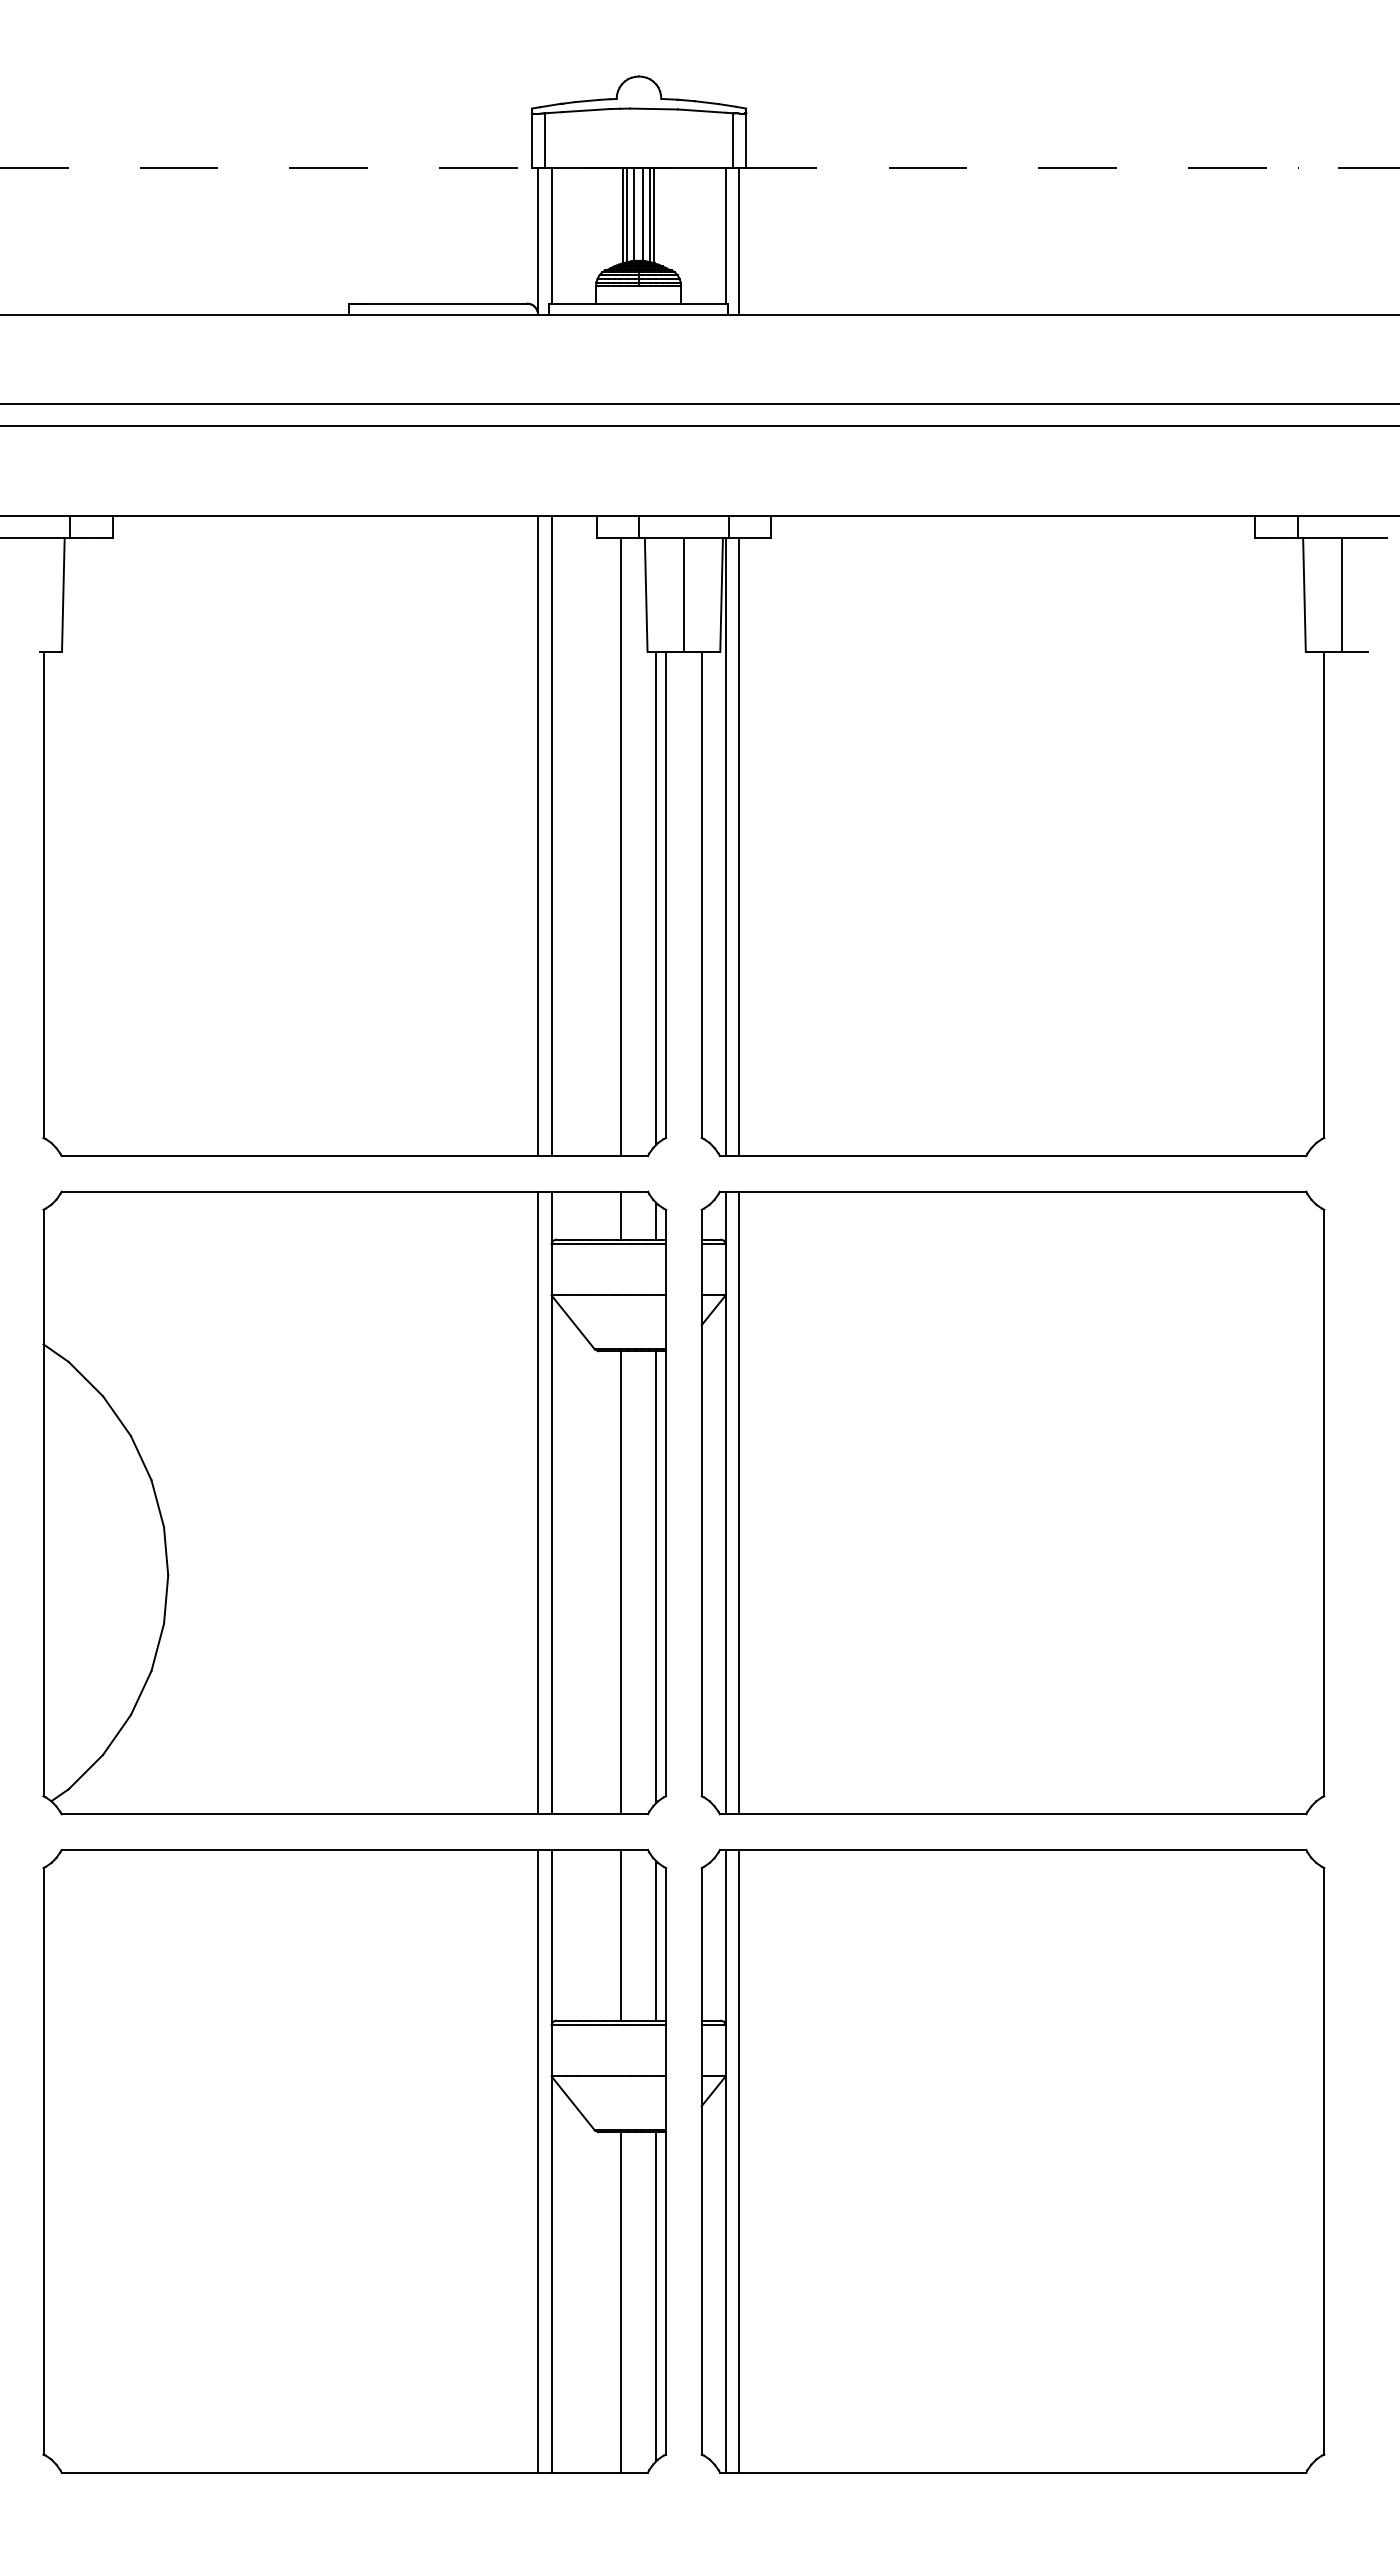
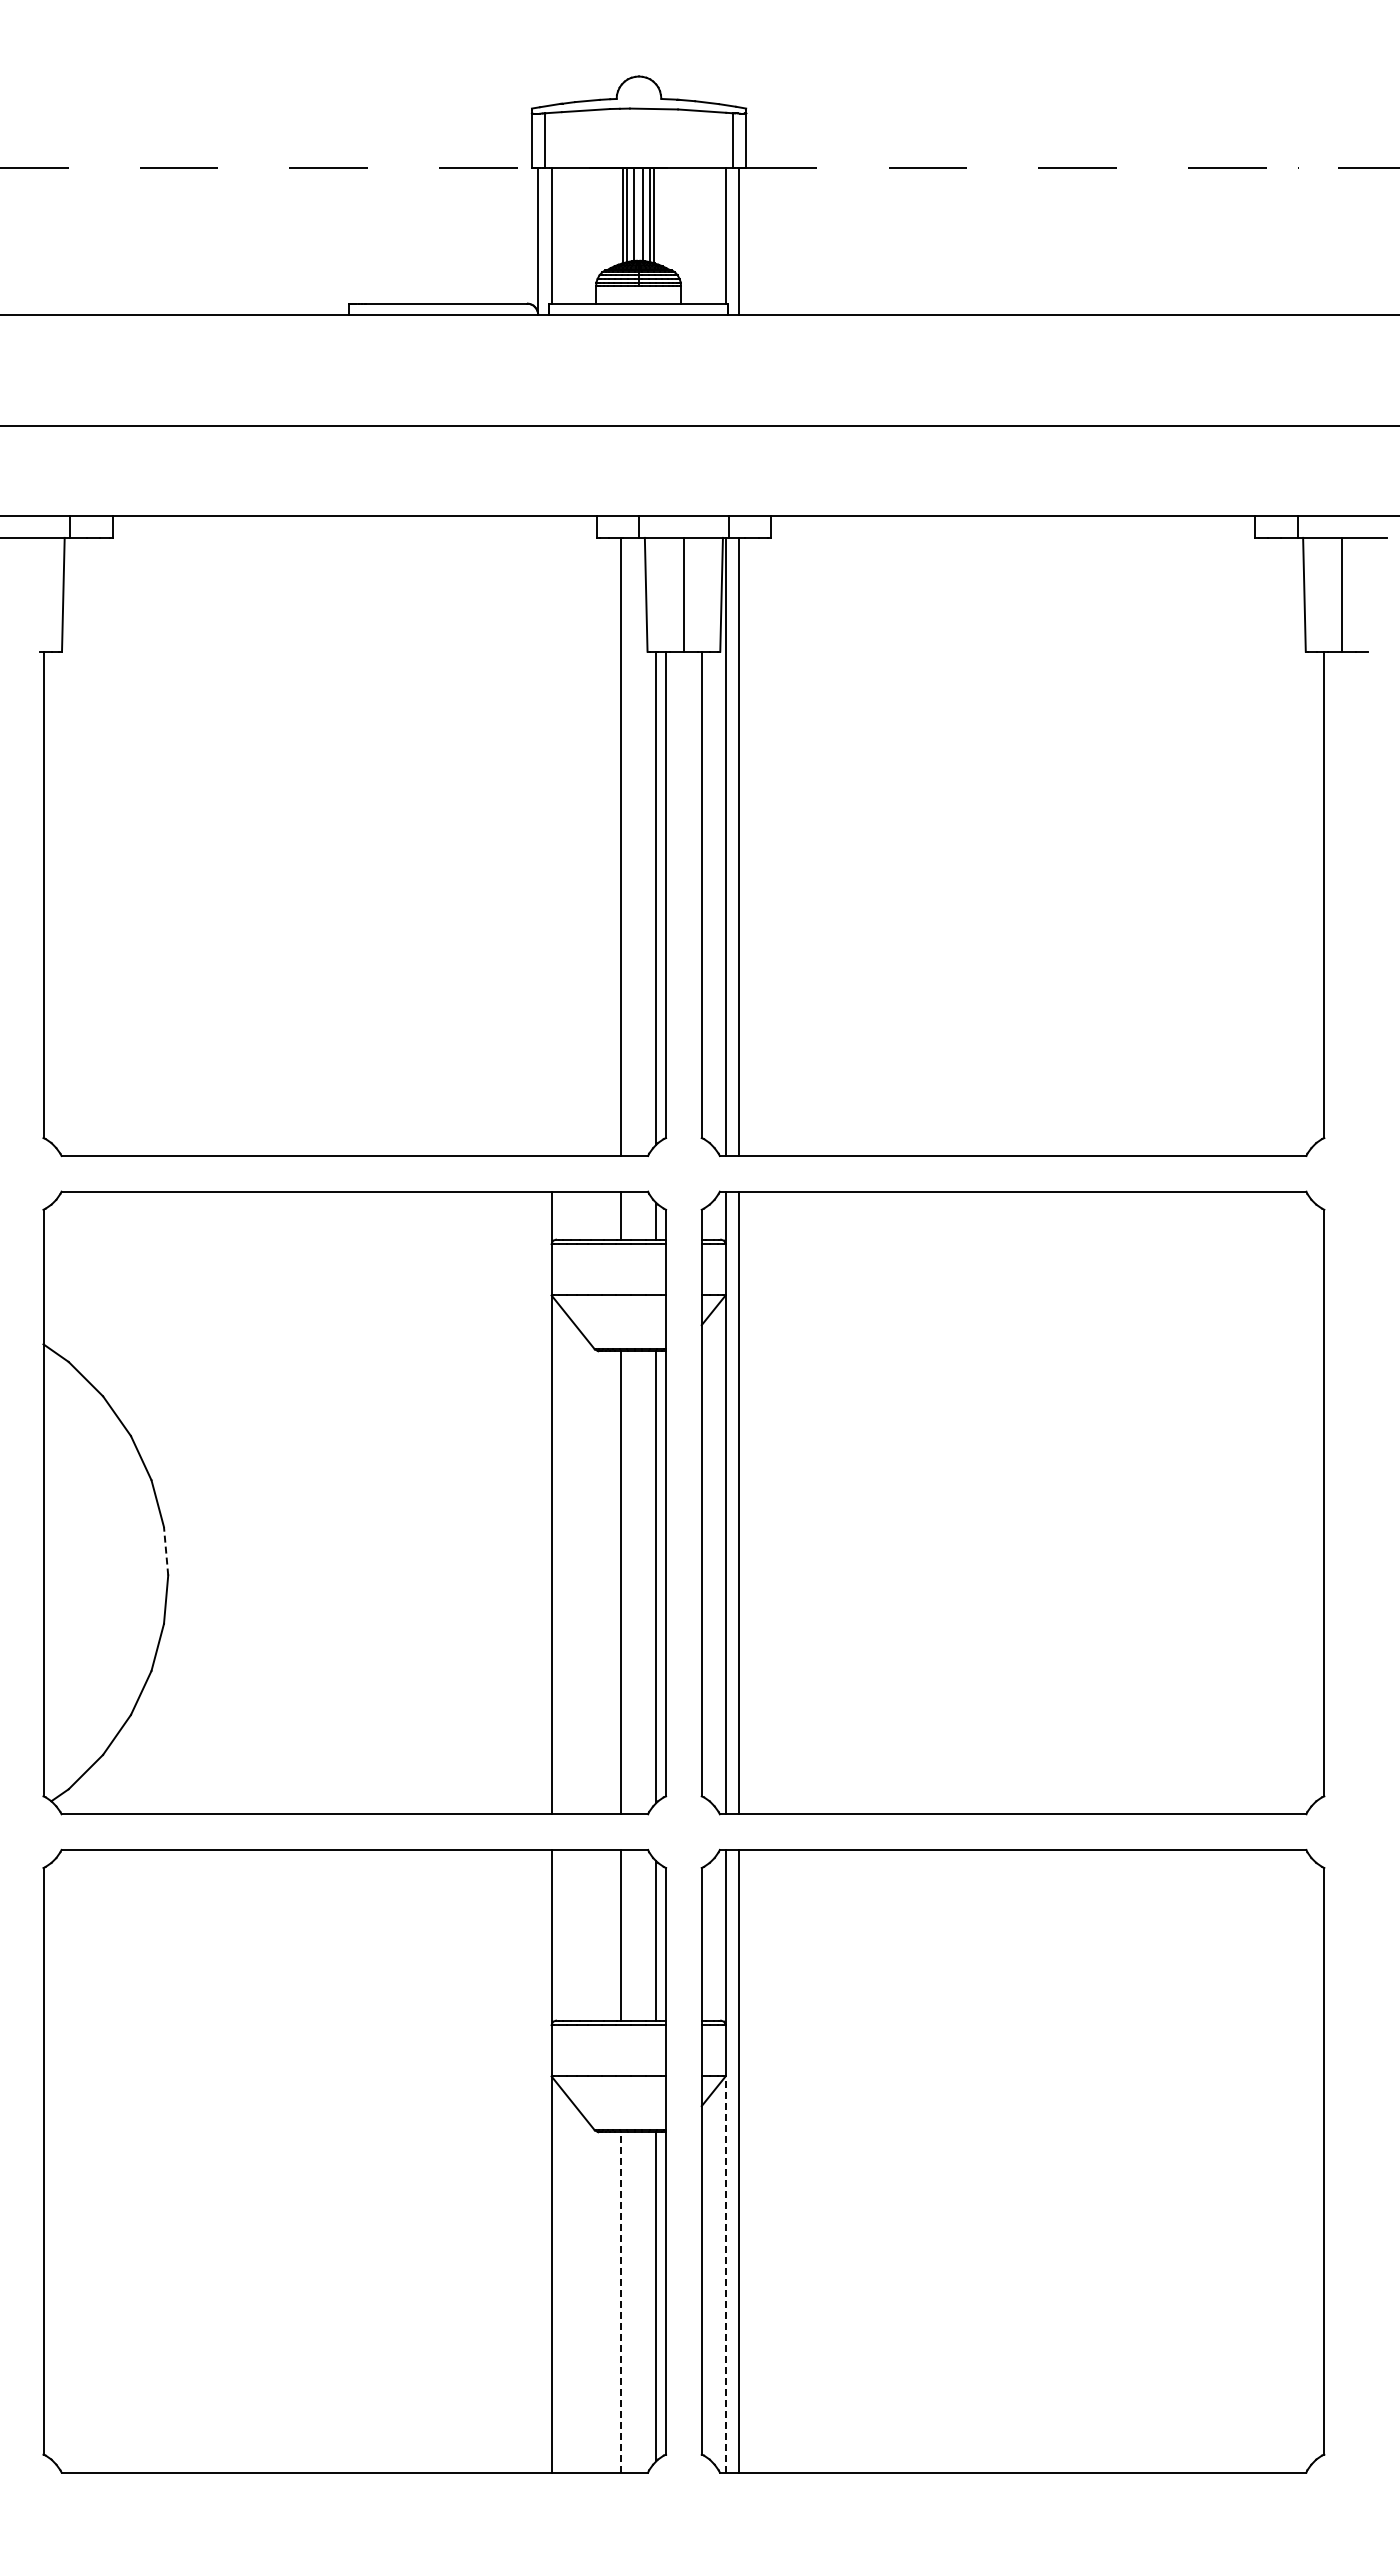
line at (699, 404): present -> none
line at (538, 835): present -> none
line at (551, 835): present -> none
line at (538, 1502): present -> none
line at (166, 1550): solid -> dashed
line at (538, 2160): present -> none
line at (725, 2273): solid -> dashed
line at (620, 2301): solid -> dashed
